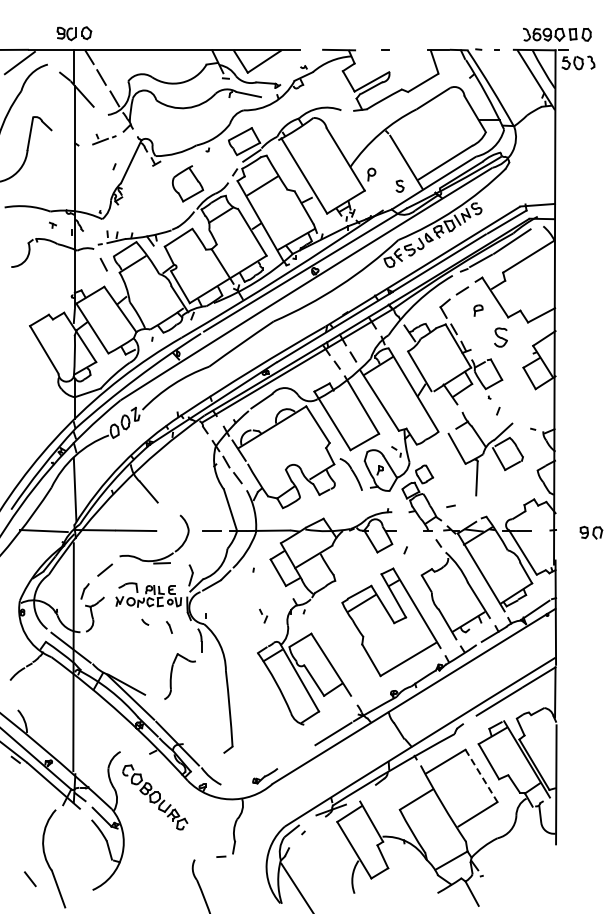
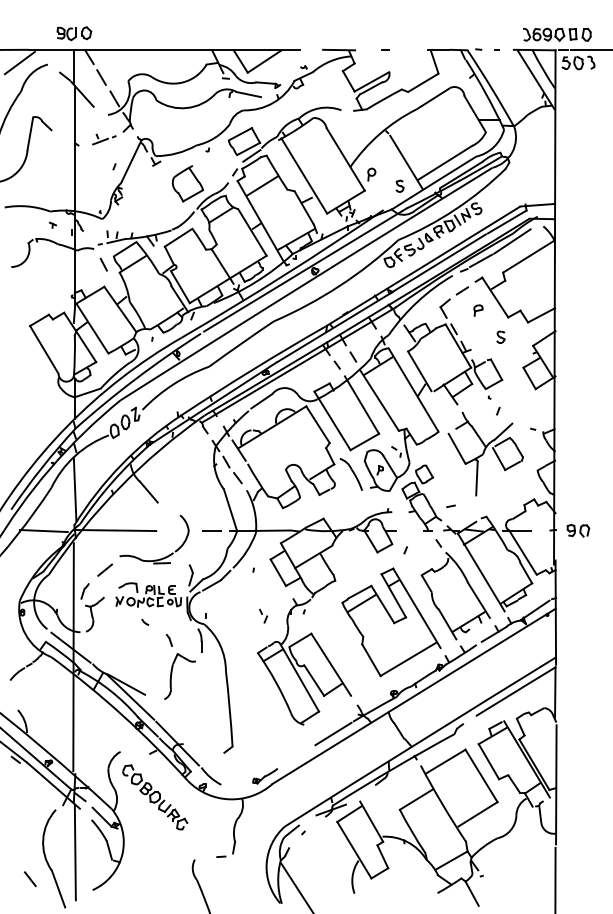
line at (589, 49): none -> present
part at (500, 337) size: 14x21 px -> 10x14 px
part at (591, 532) position: (591, 532) -> (578, 530)
part at (169, 627) position: (169, 627) -> (169, 640)
line at (481, 775): dashed -> solid
line at (74, 852): none -> present
line at (555, 878): none -> present
